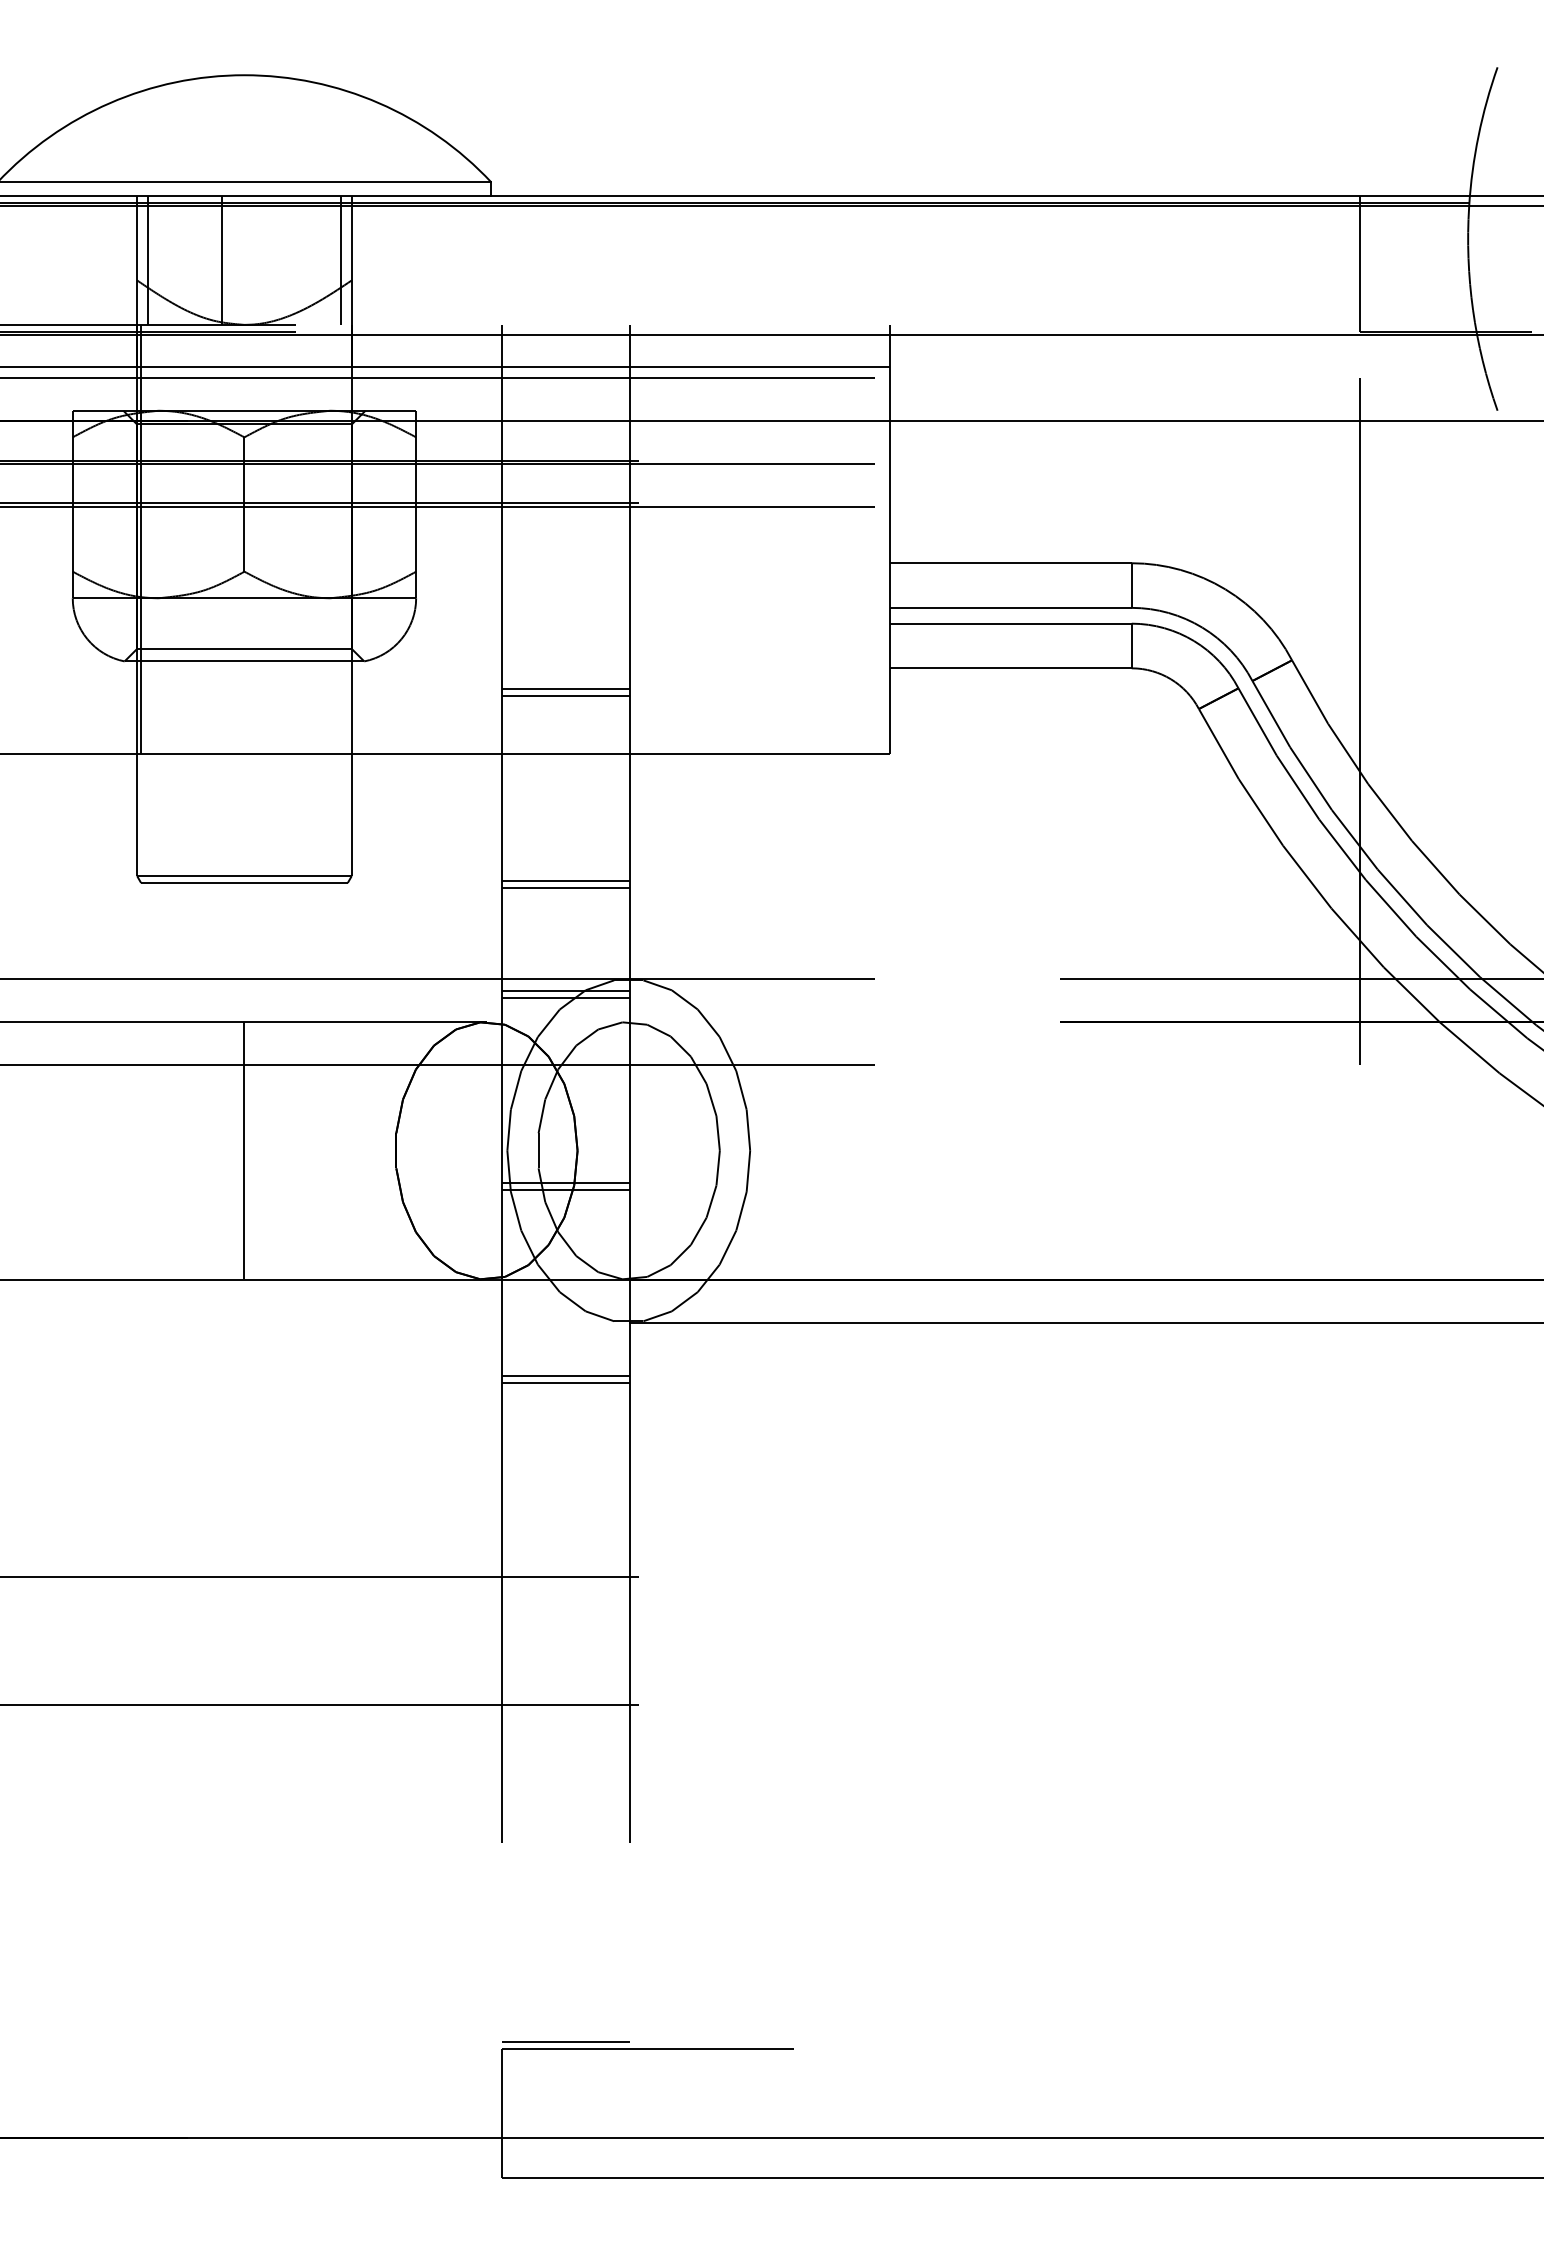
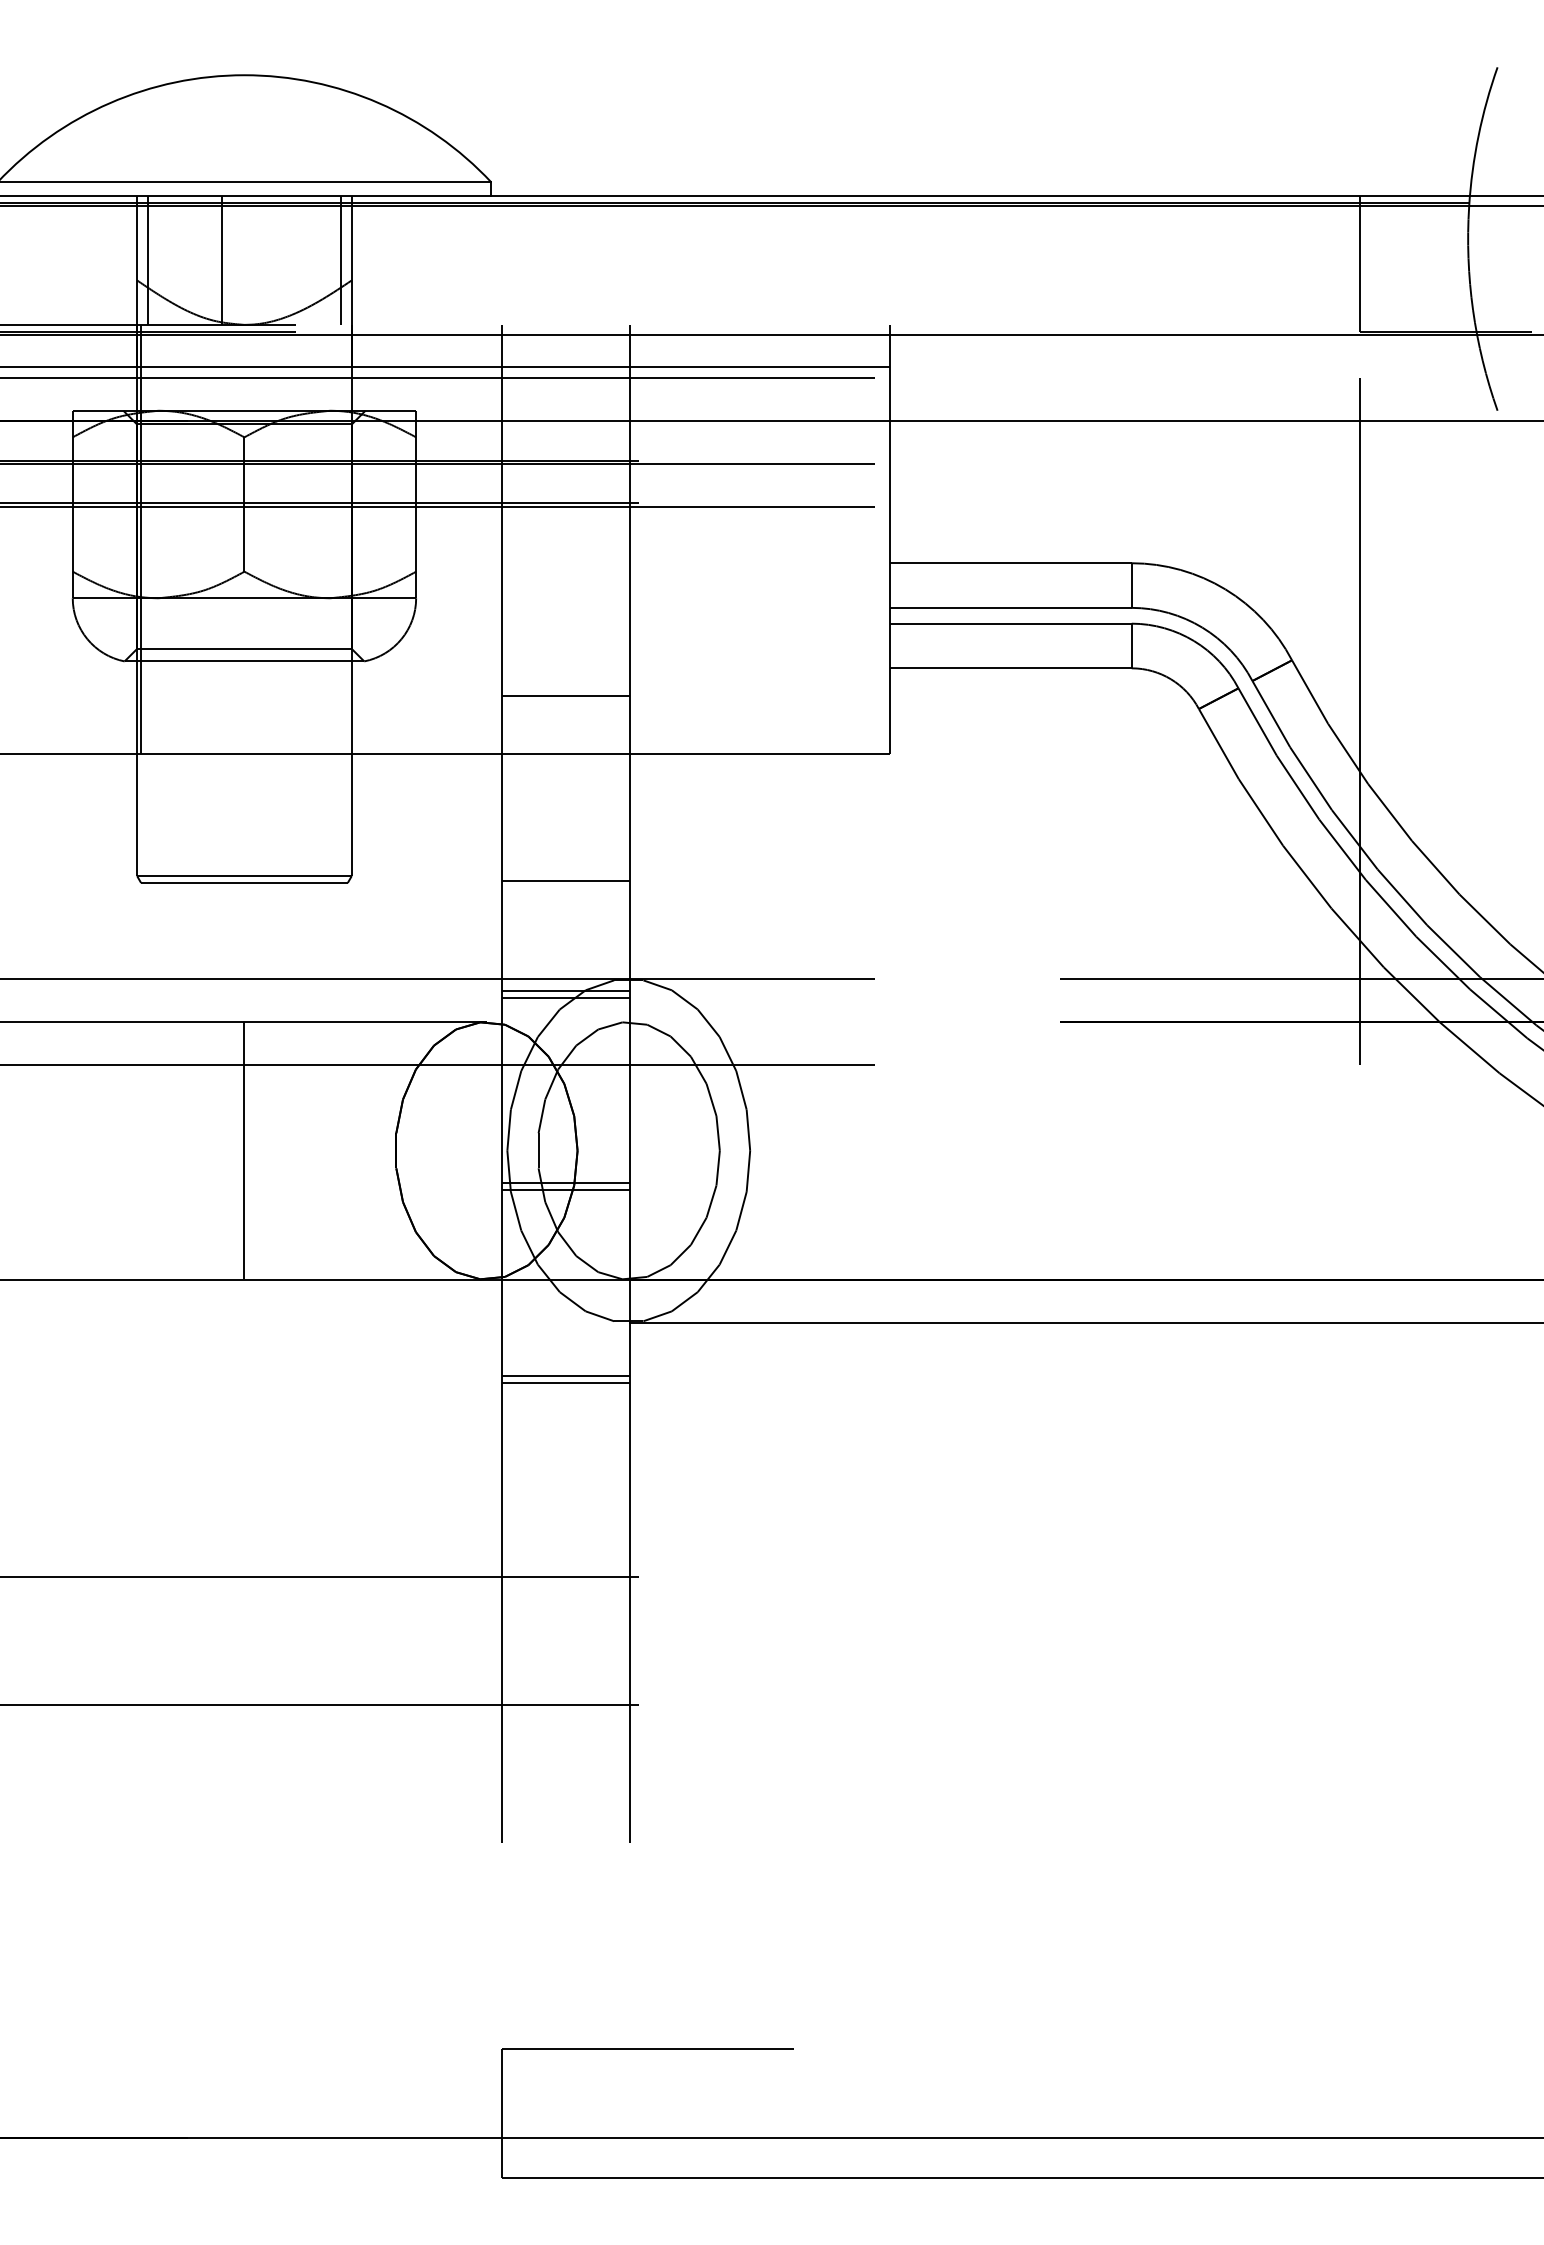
line at (565, 688): present -> none
line at (565, 888): present -> none
line at (565, 2042): present -> none
